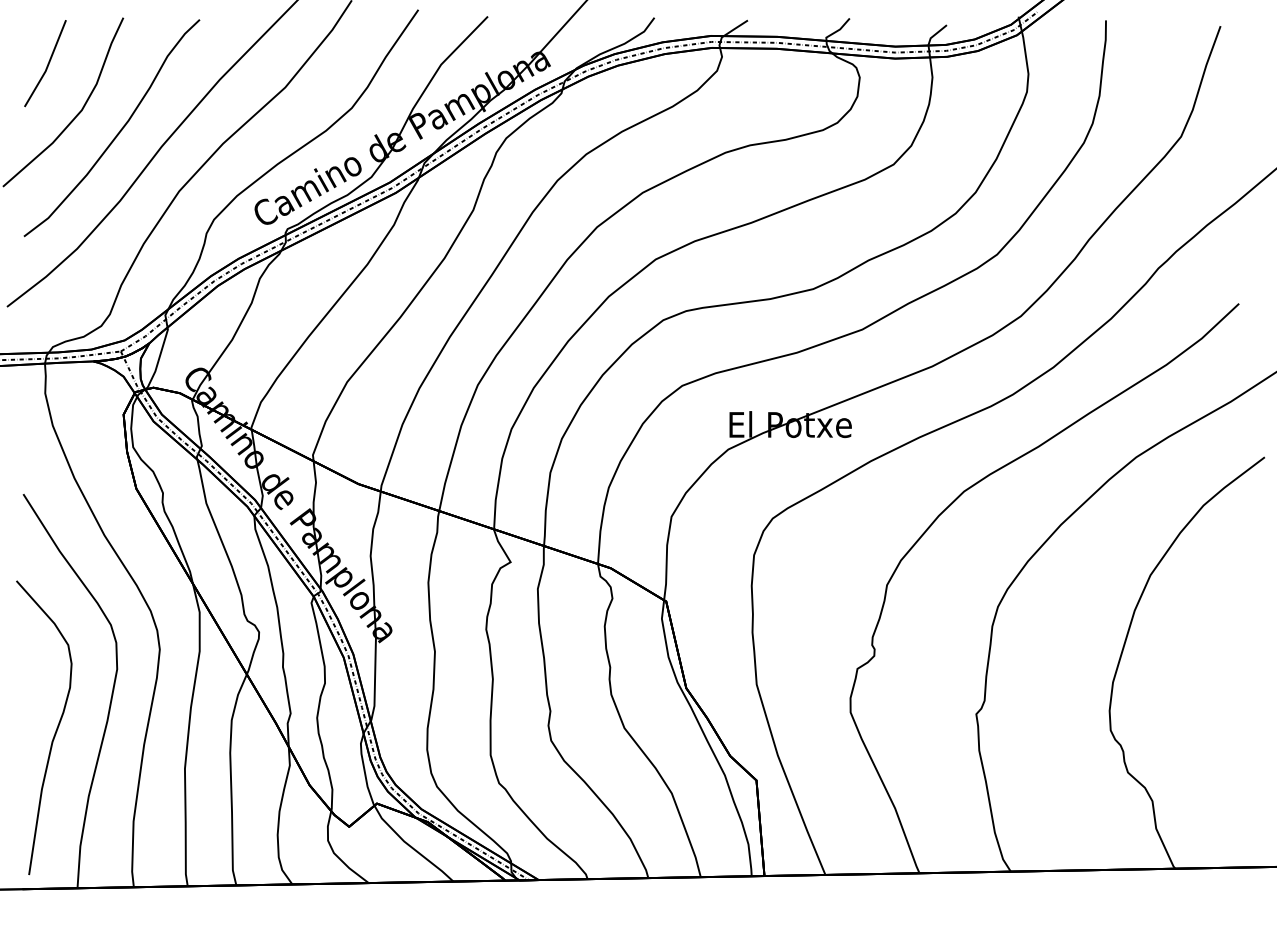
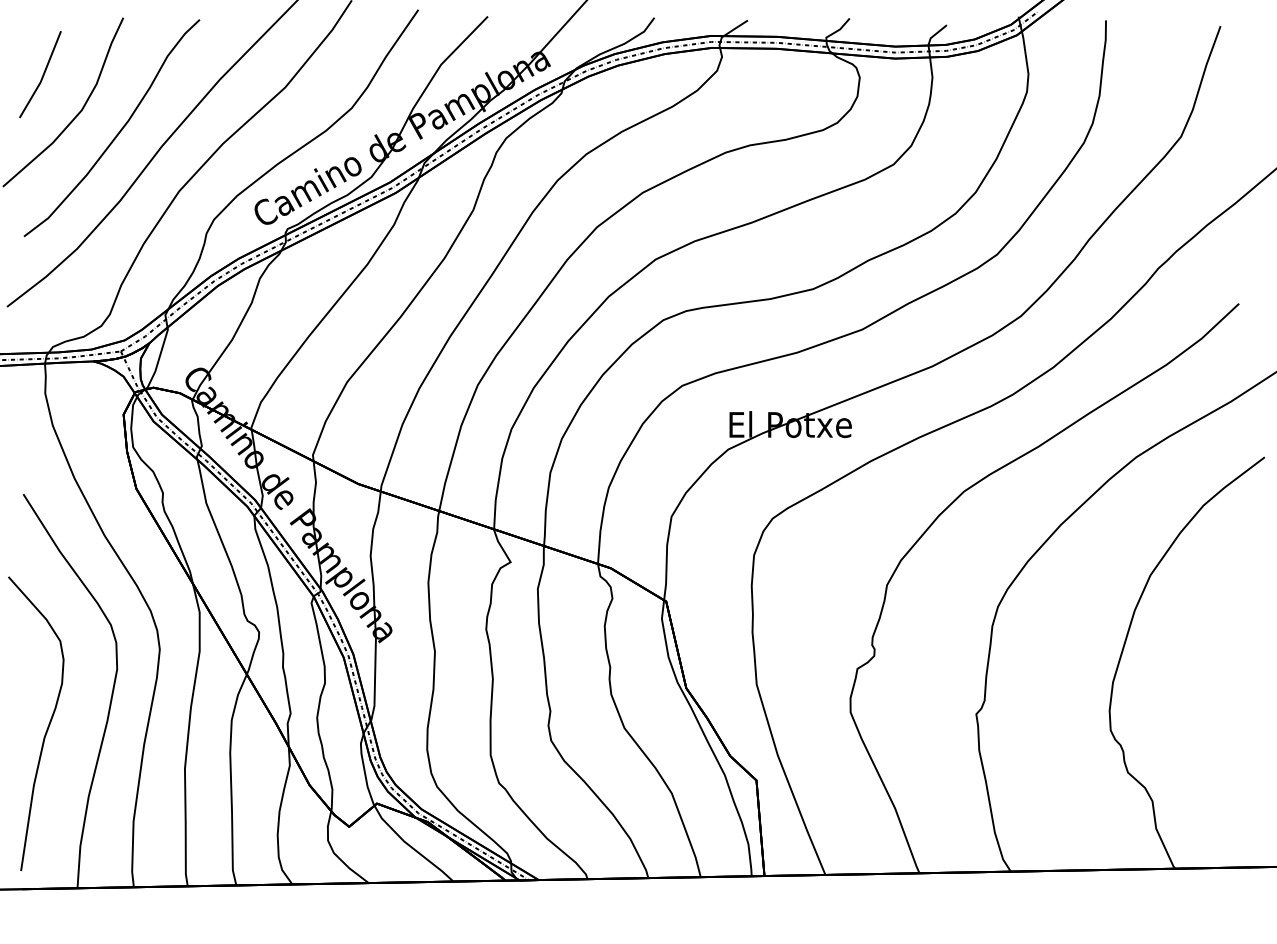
line at (47, 63) position: (47, 63) -> (42, 74)
curve at (55, 730) position: (55, 730) -> (47, 726)
